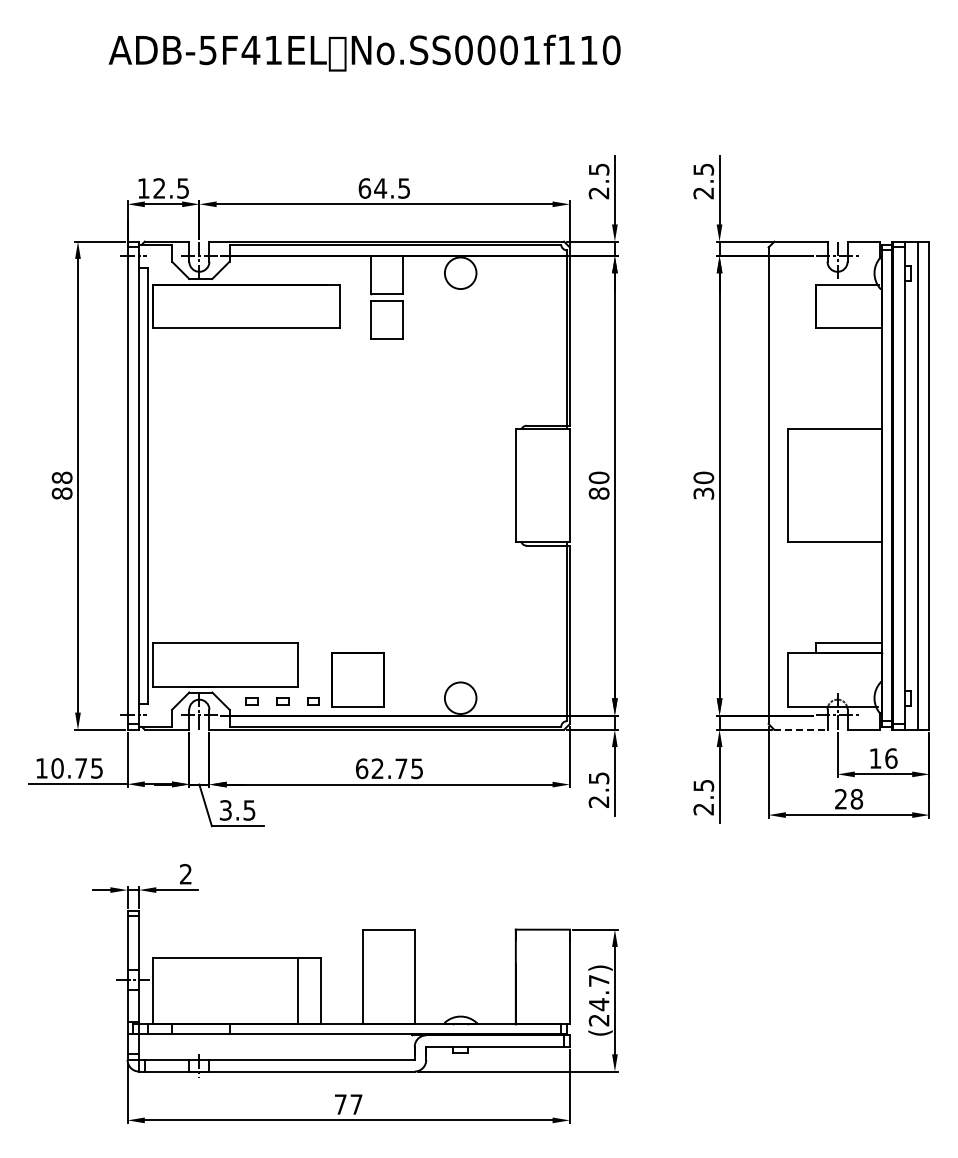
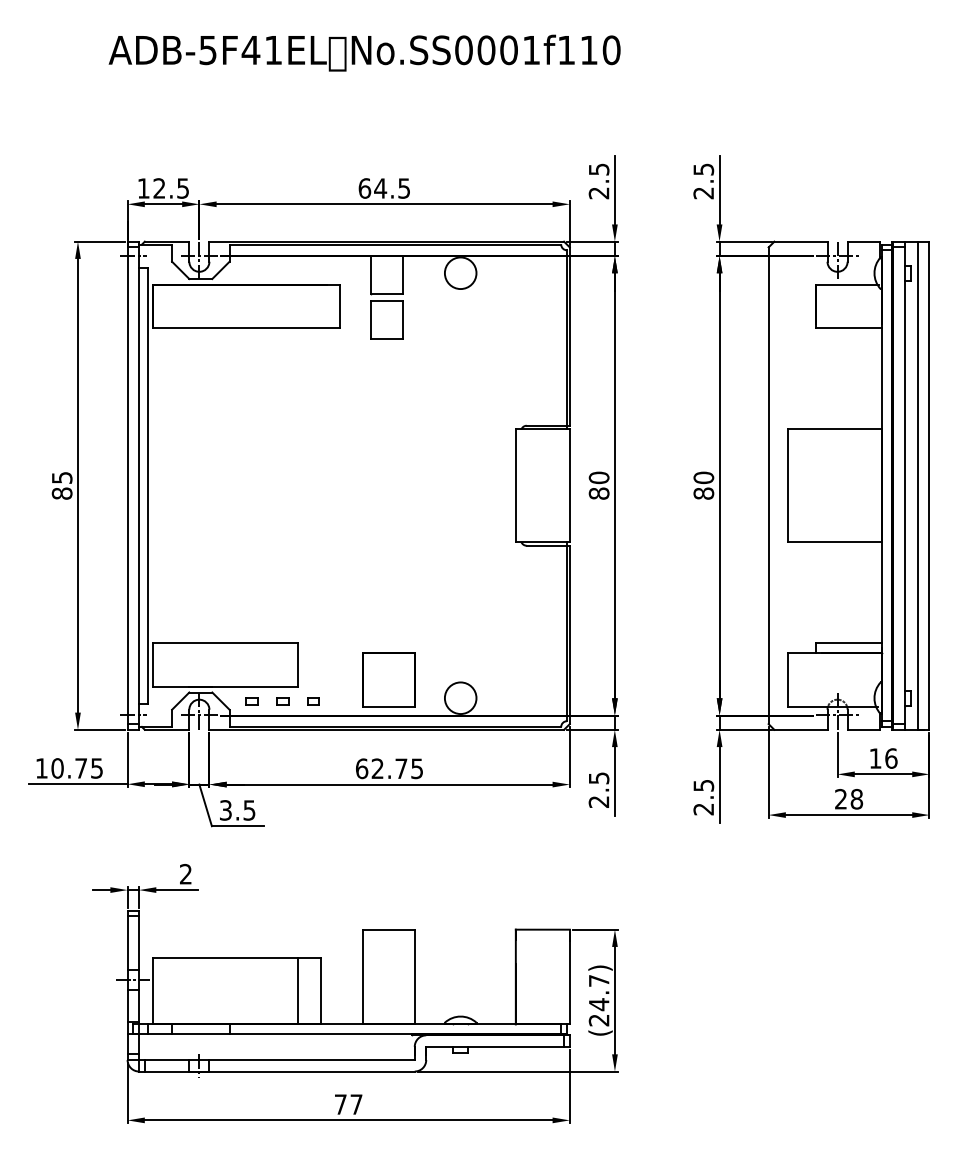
text at (61, 477): 88 -> 85
text at (703, 493): 30 -> 80
part at (357, 679) position: (357, 679) -> (388, 679)
line at (800, 729): dashed -> solid
